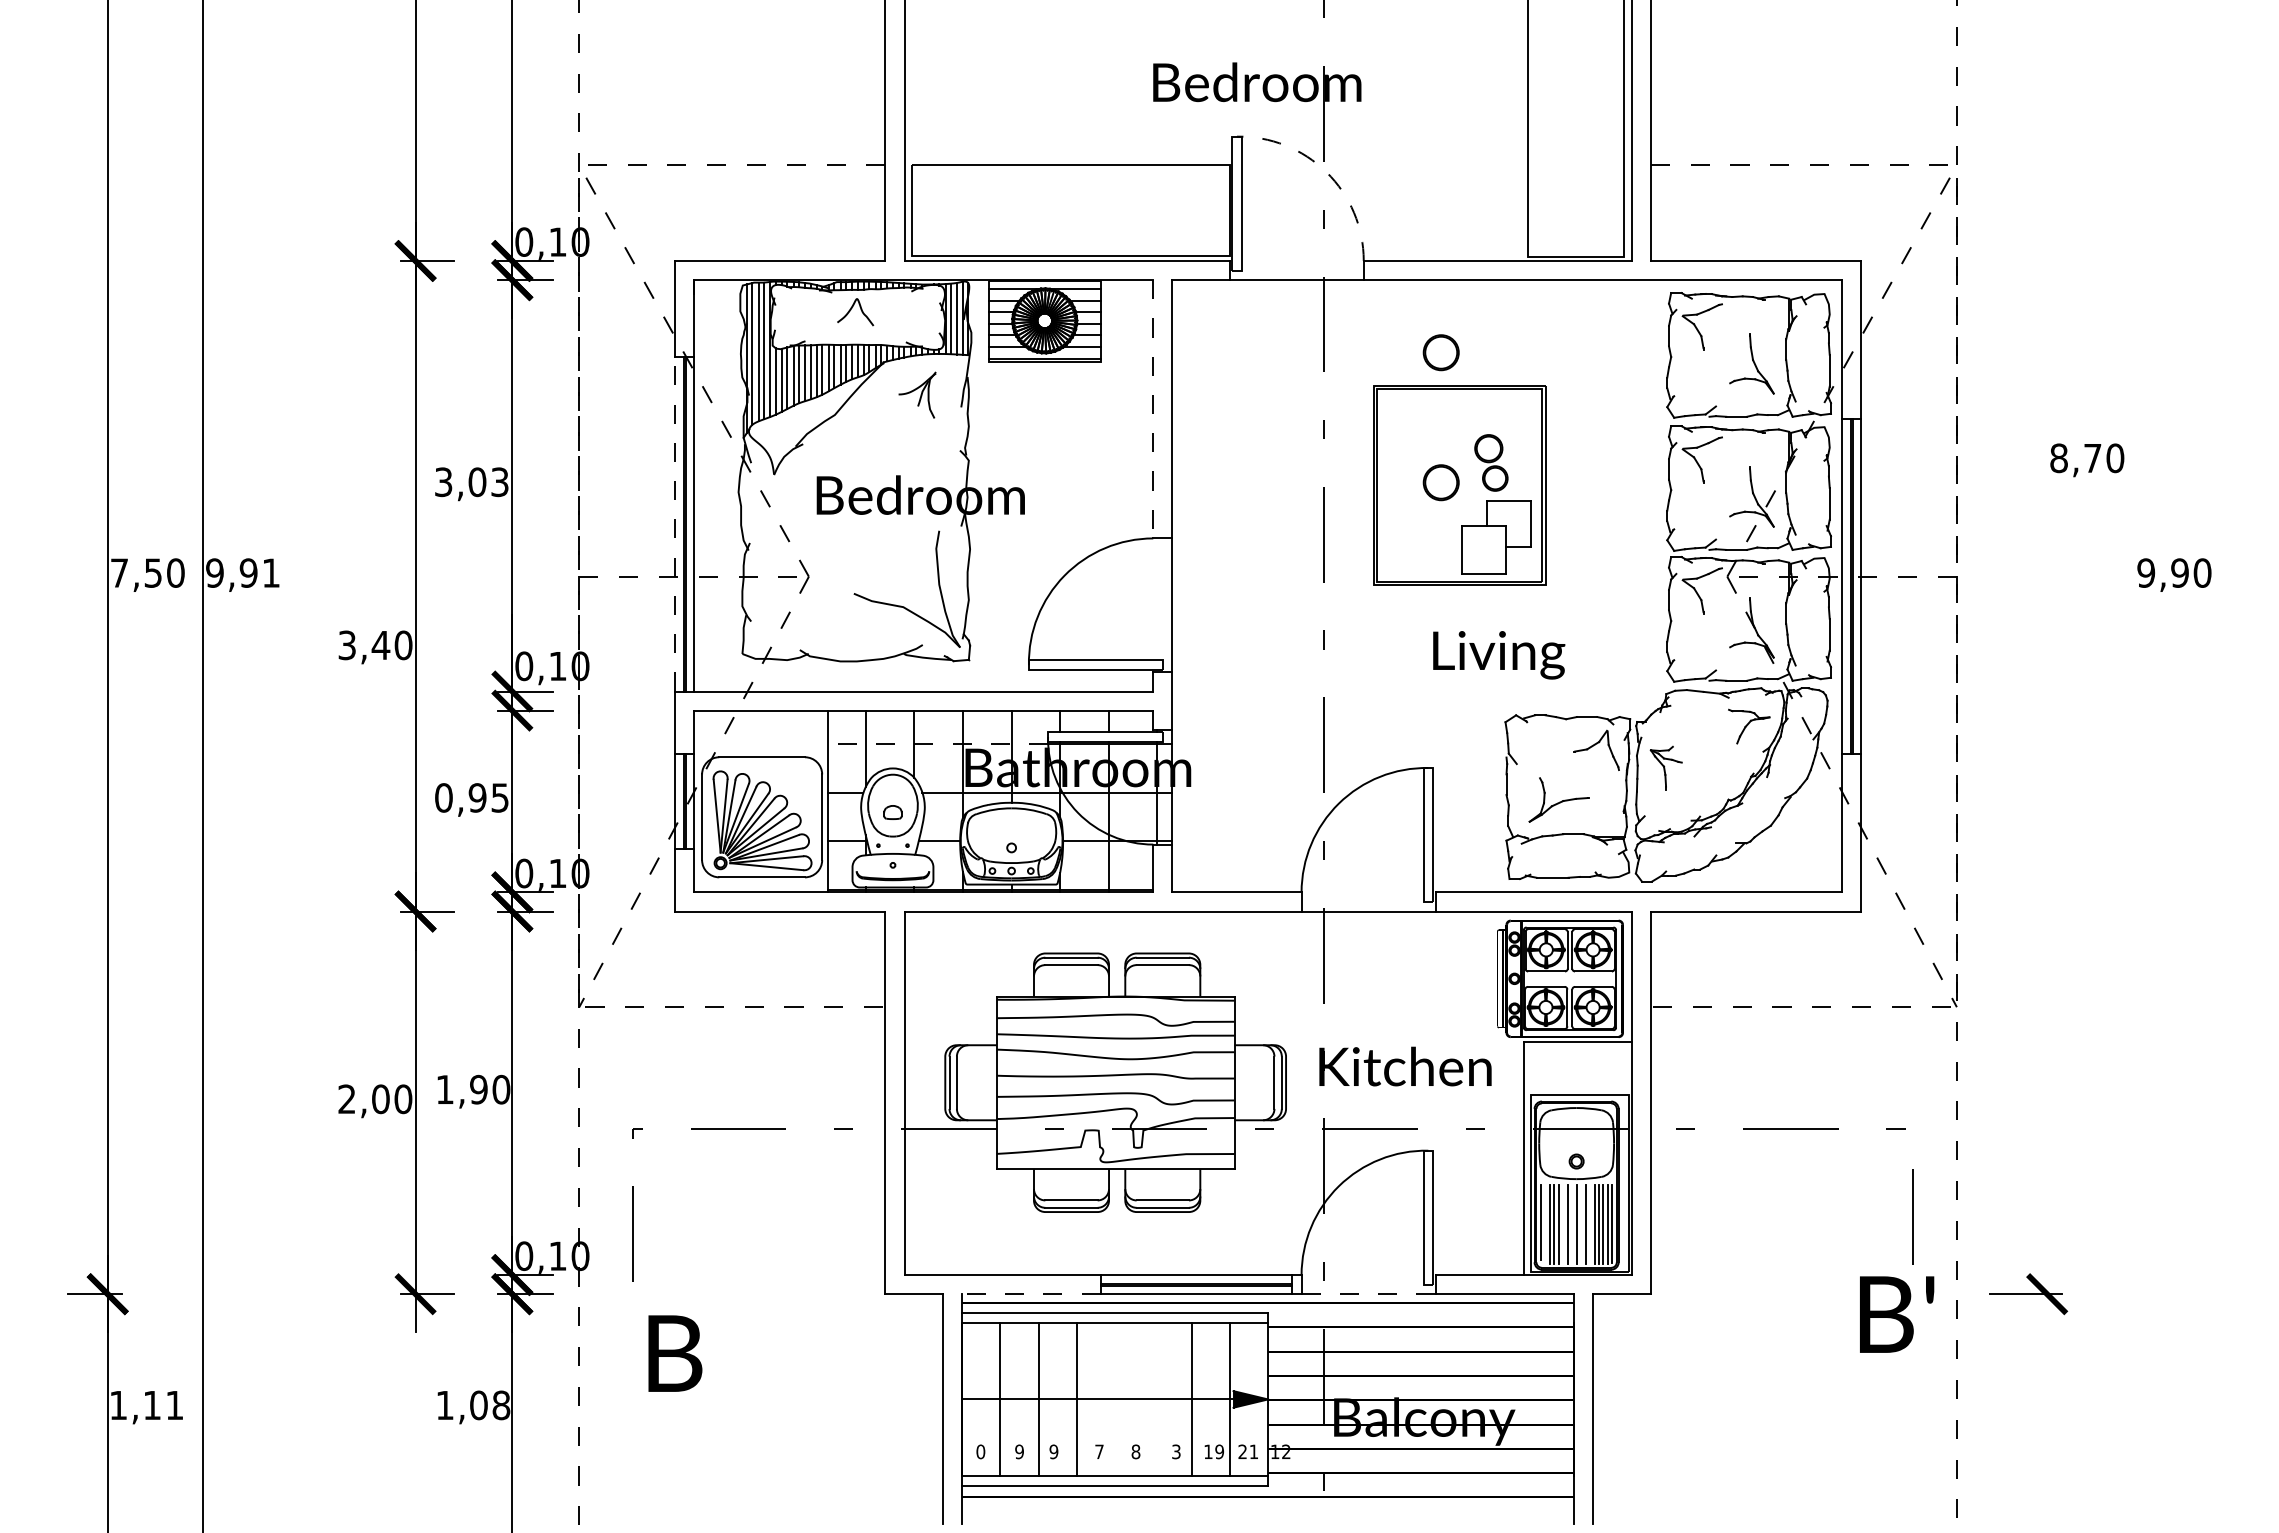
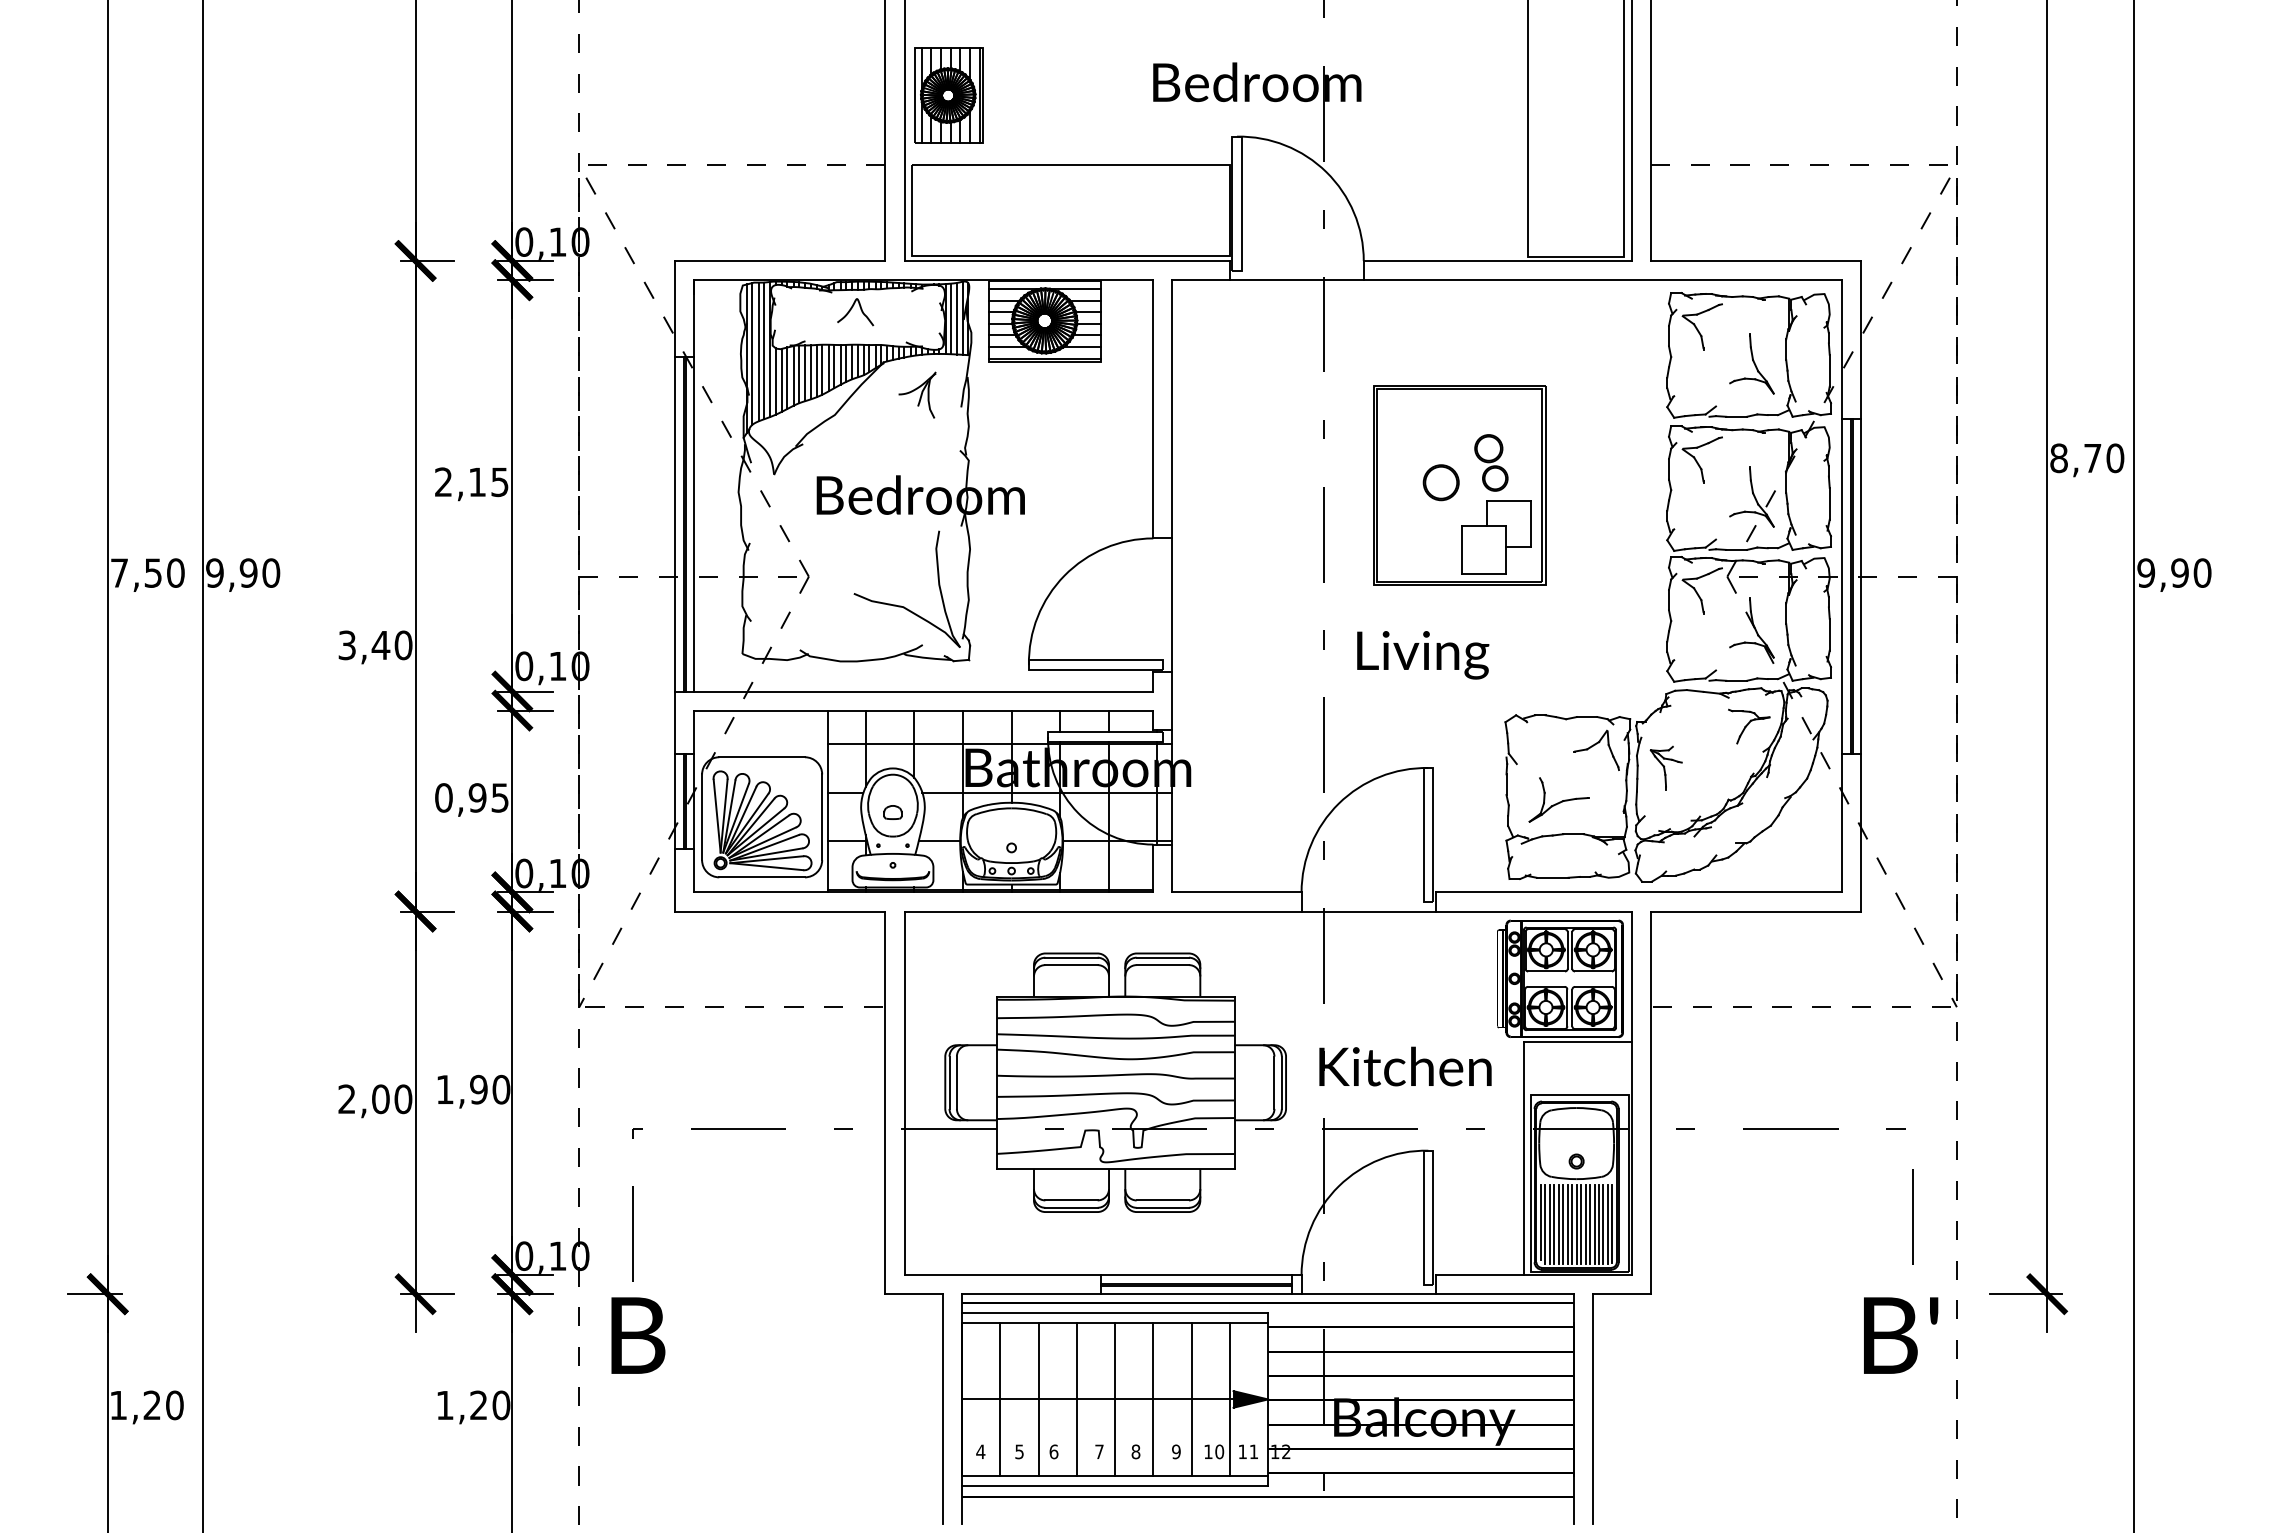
part at (948, 95): none -> present
arc at (1326, 172): dashed -> solid
part at (1440, 352): present -> none
line at (1153, 409): dashed -> solid
text at (471, 482): 3,03 -> 2,15
line at (674, 523): dashed -> solid
text at (271, 572): 9,91 -> 9,90
text at (1499, 655) position: (1499, 655) -> (1423, 655)
line at (2047, 667): none -> present
line at (937, 744): dashed -> solid
line at (2134, 765): none -> present
line at (1545, 1224): none -> present
line at (1563, 1224): none -> present
line at (1572, 1224): none -> present
line at (1581, 1224): none -> present
line at (1590, 1224): none -> present
line at (1030, 1294): dashed -> solid
line at (1368, 1294): dashed -> solid
text at (1897, 1314) position: (1897, 1314) -> (1901, 1335)
text at (675, 1353) position: (675, 1353) -> (638, 1335)
line at (1115, 1398): none -> present
line at (1153, 1398): none -> present
text at (163, 1405): 1,11 -> 1,20
text at (490, 1405): 1,08 -> 1,20
text at (980, 1451): 0 -> 4
text at (1019, 1451): 9 -> 5
text at (1053, 1451): 9 -> 6
text at (1176, 1451): 3 -> 9
text at (1219, 1451): 19 -> 10
text at (1242, 1451): 21 -> 11
